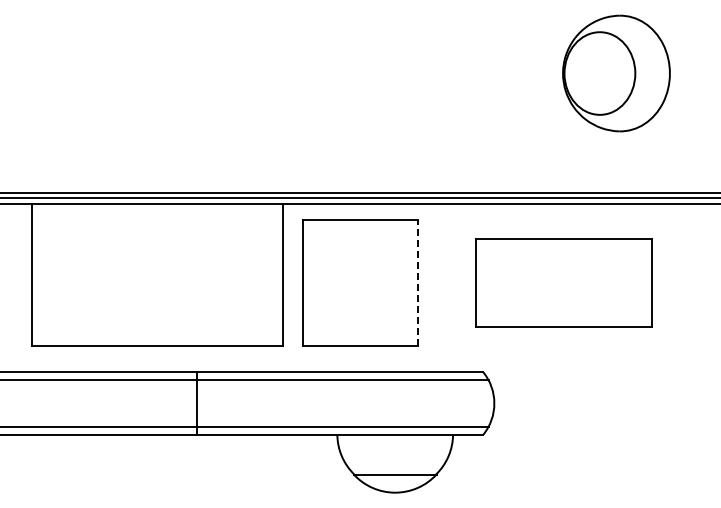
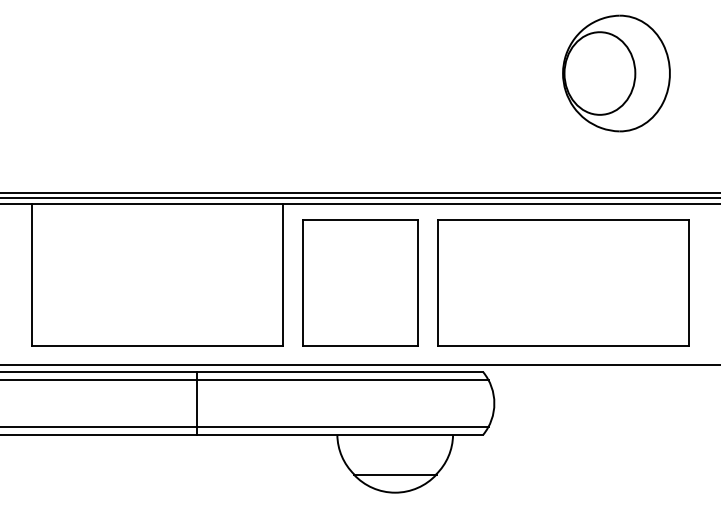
line at (418, 282): dashed -> solid
part at (563, 282) size: 178x90 px -> 253x128 px
line at (359, 365): none -> present
